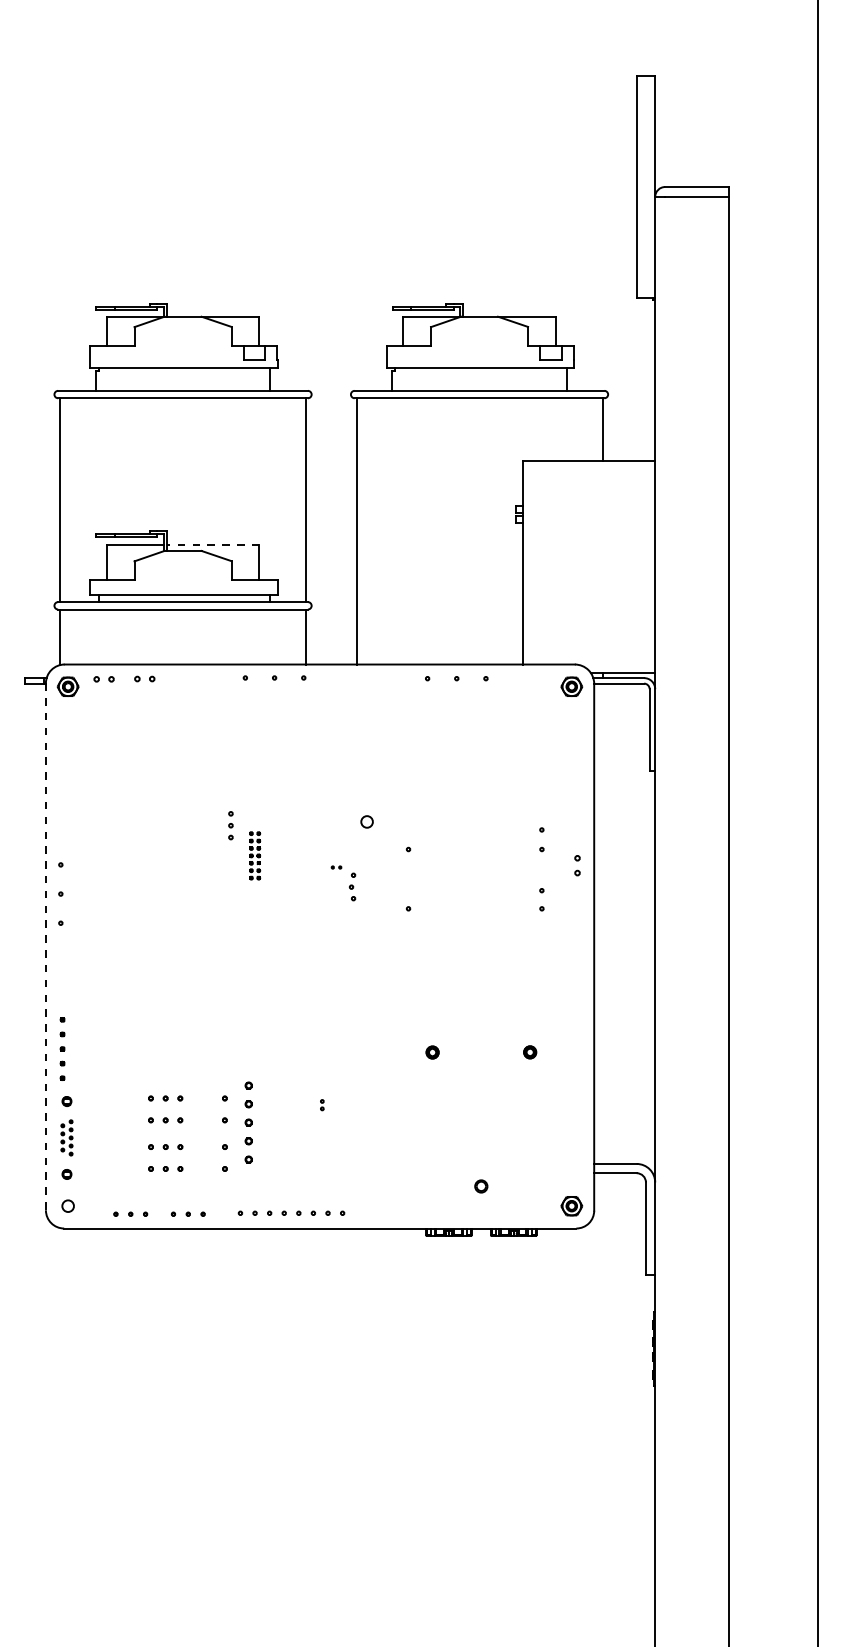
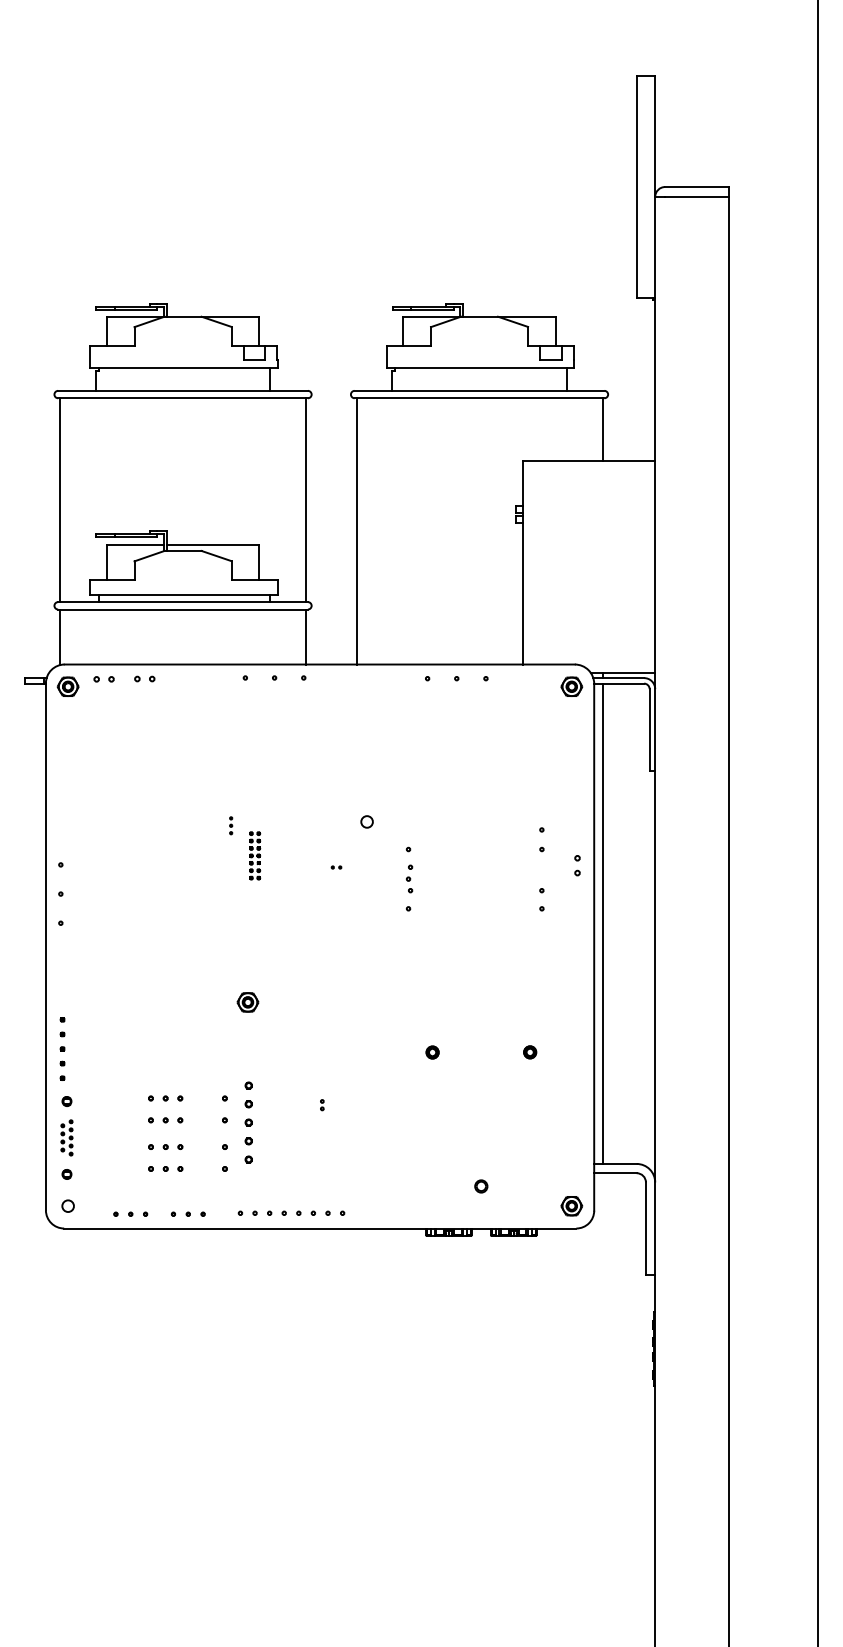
line at (212, 544): dashed -> solid
part at (230, 825) size: 6x30 px -> 5x20 px
part at (352, 886) position: (352, 886) -> (409, 878)
line at (602, 923): none -> present
line at (45, 946): dashed -> solid
part at (247, 1002): none -> present
